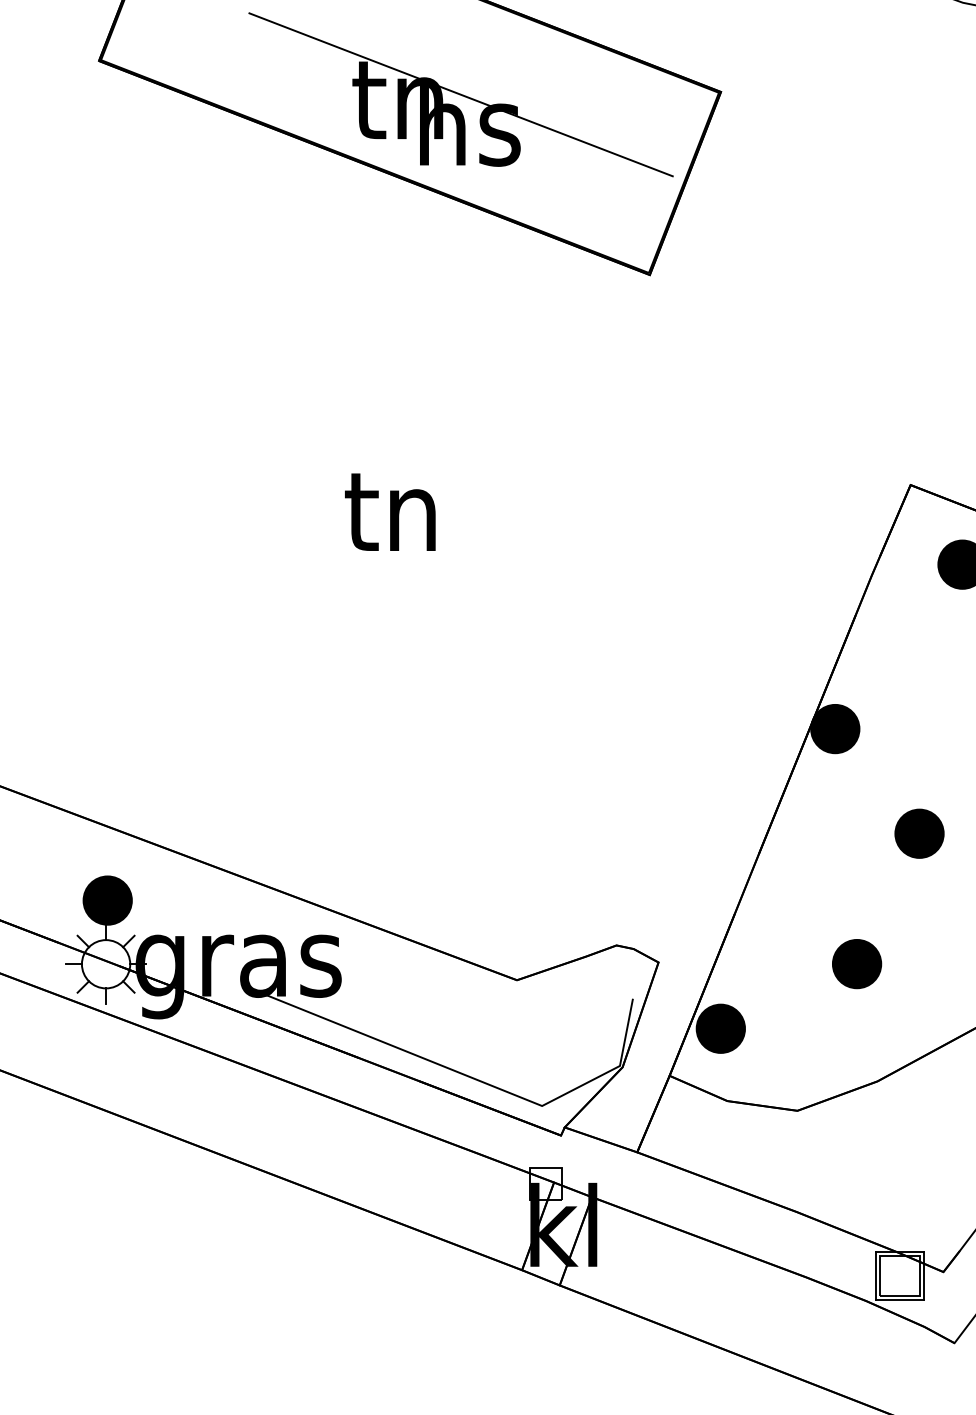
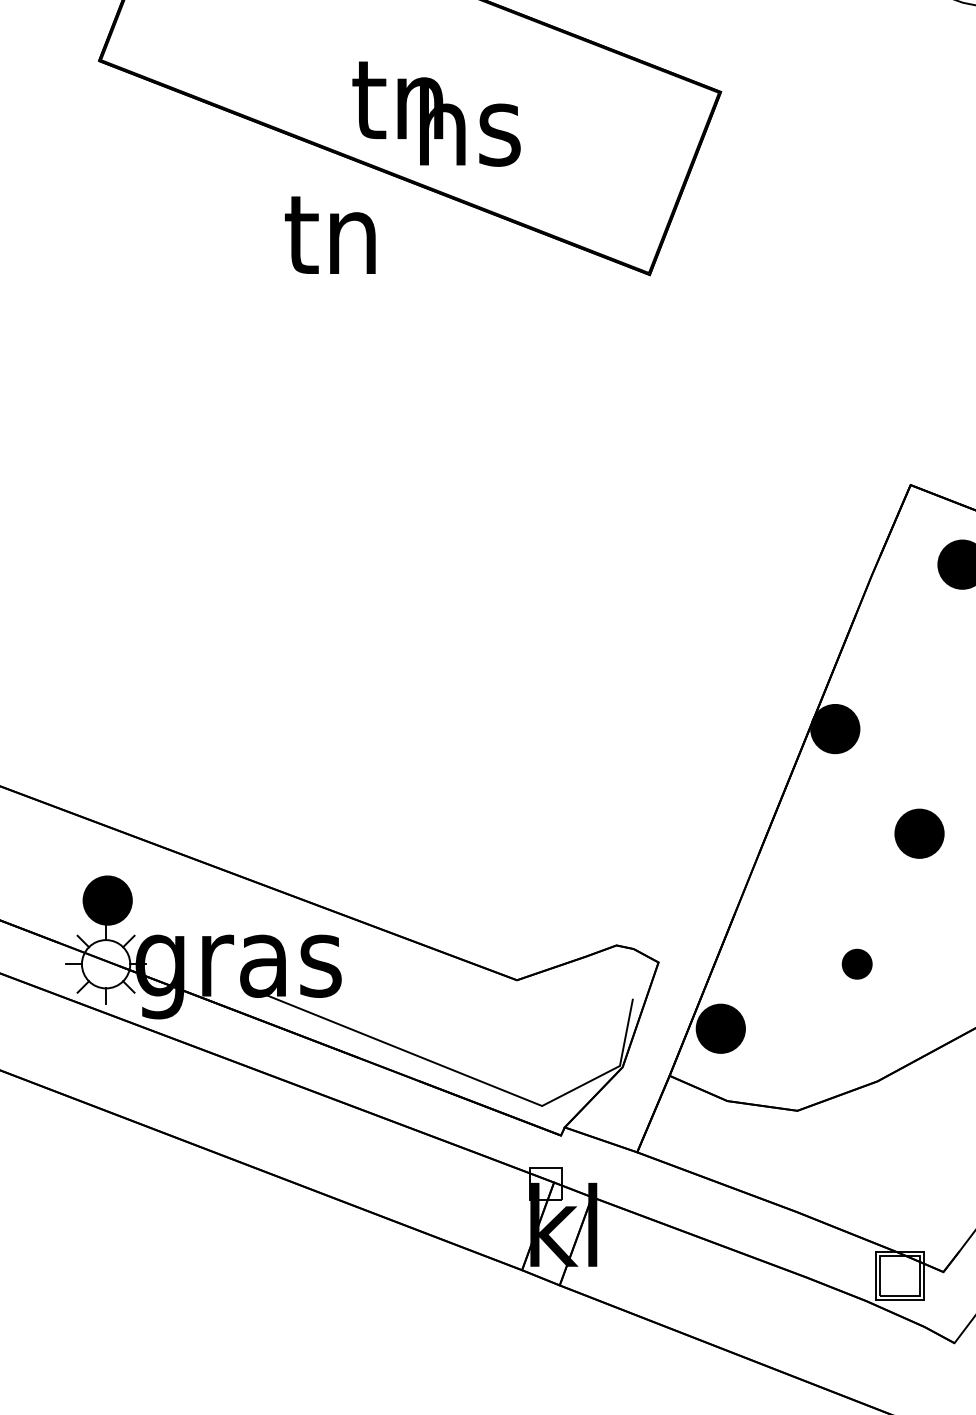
line at (460, 94): present -> none
text at (390, 511) position: (390, 511) -> (330, 234)
part at (857, 964) size: 51x51 px -> 32x32 px
